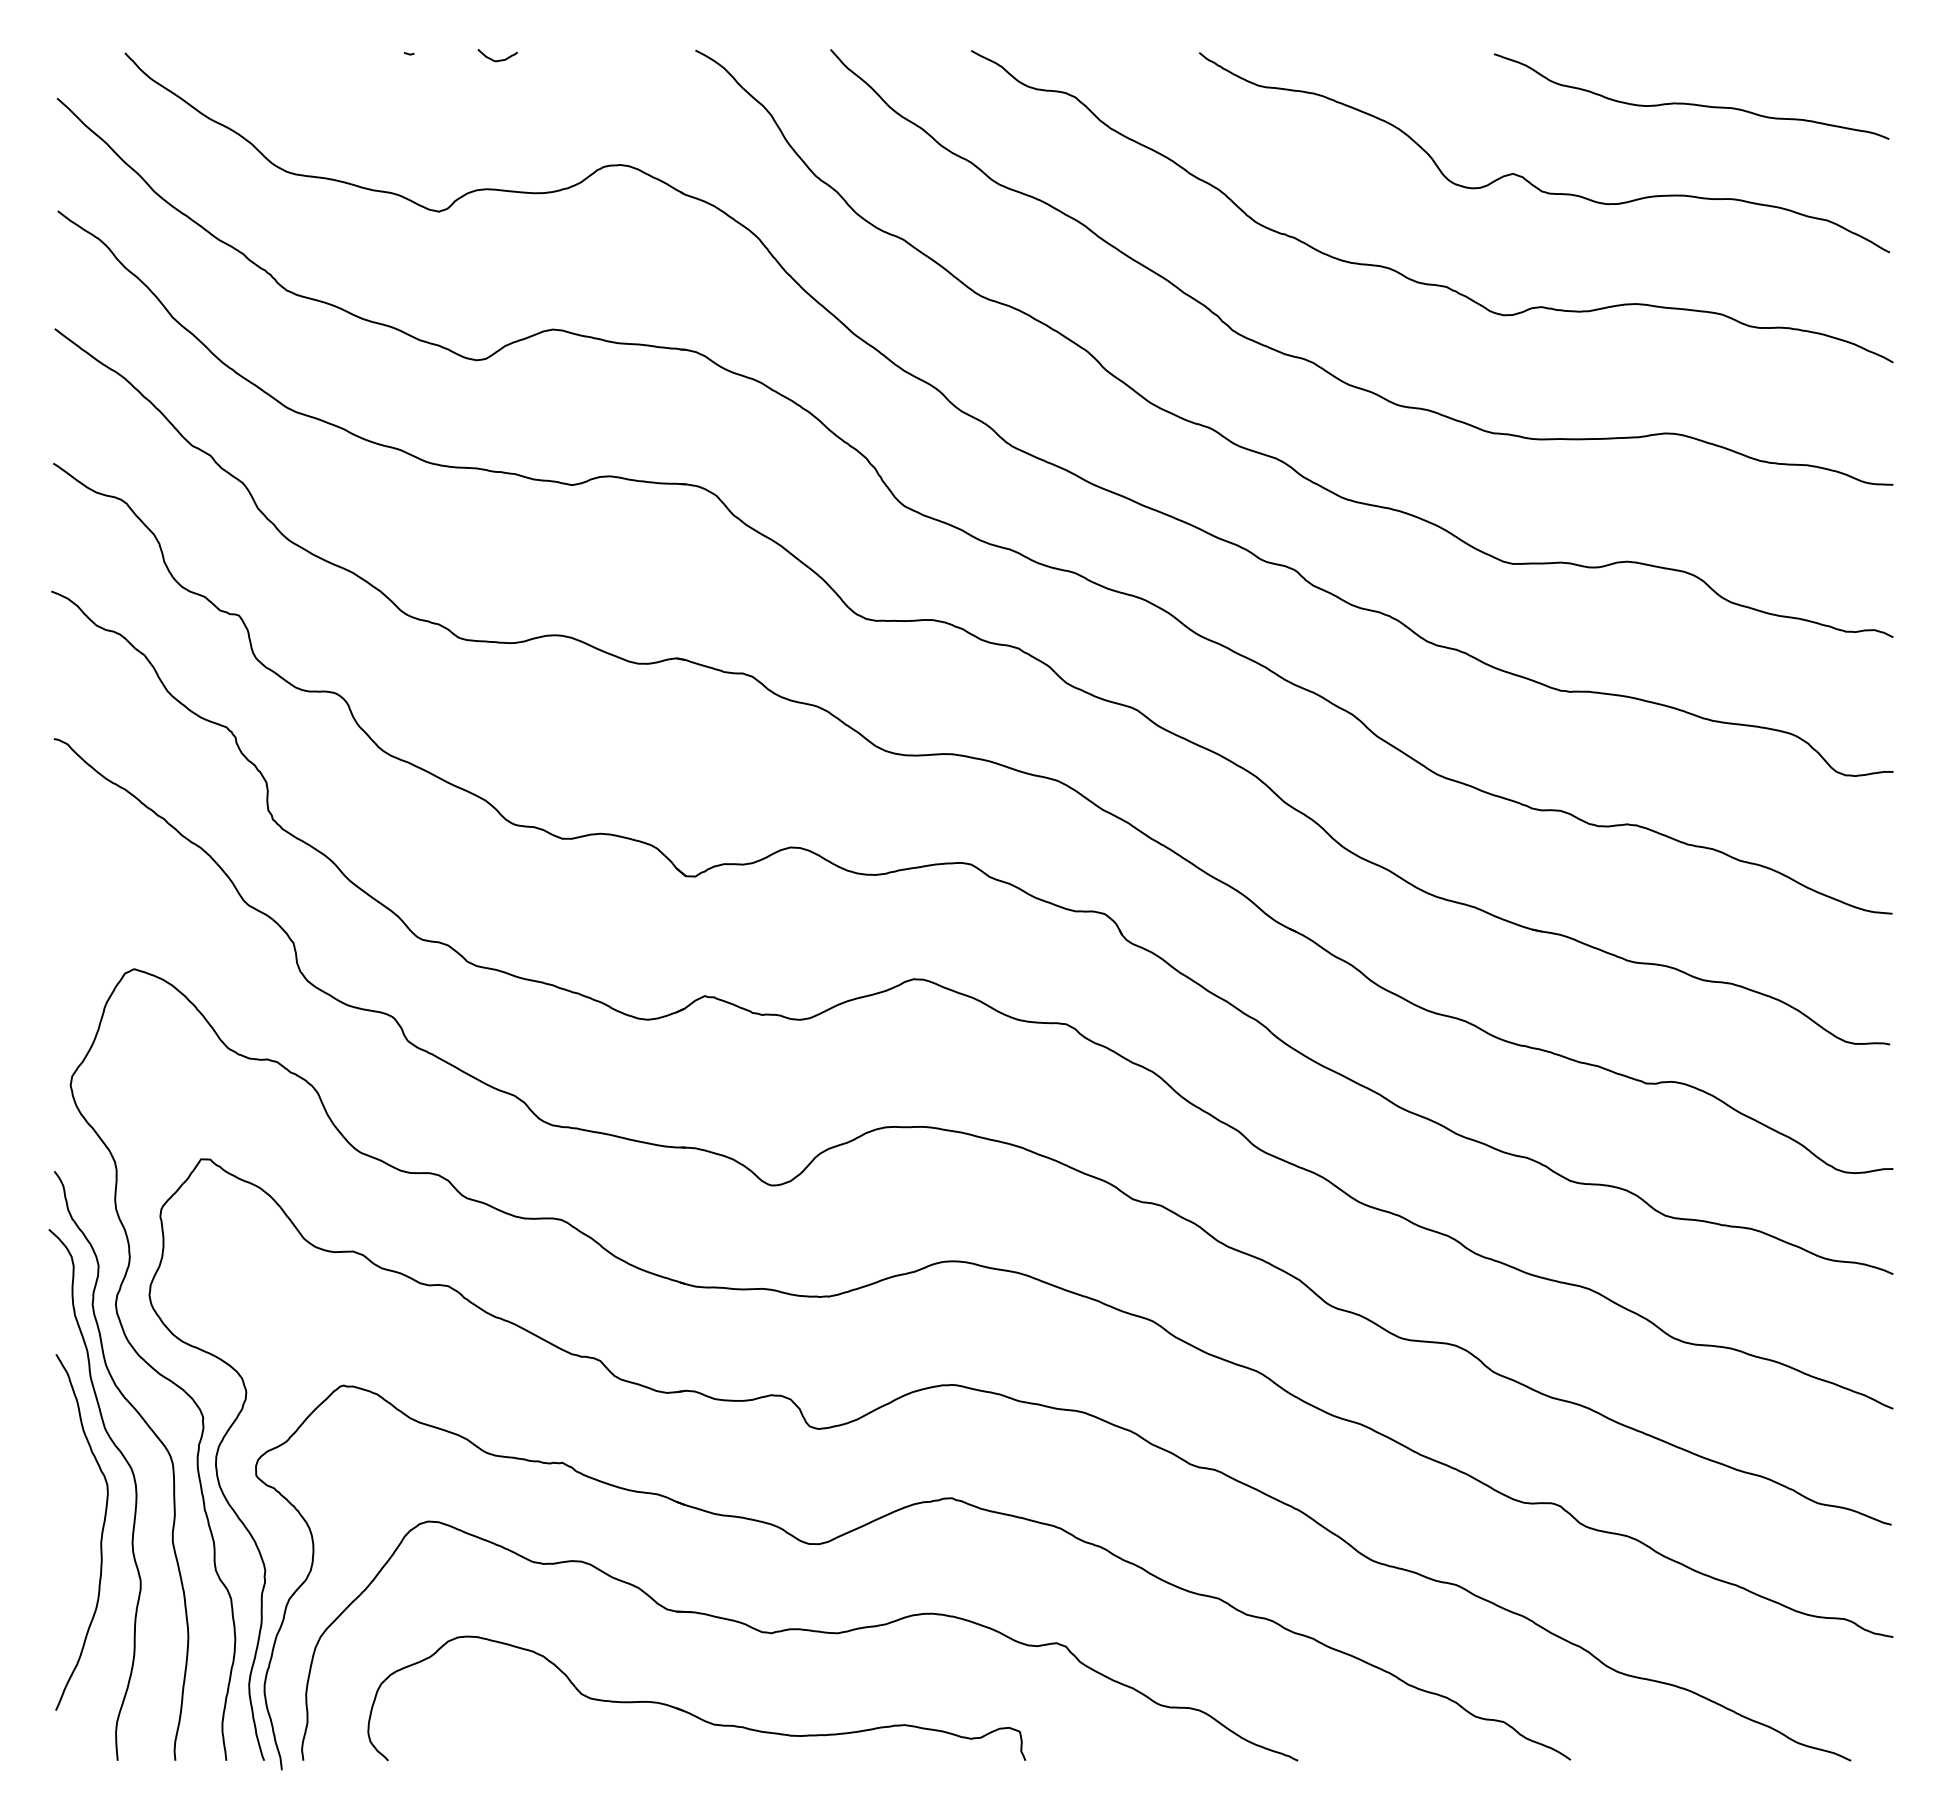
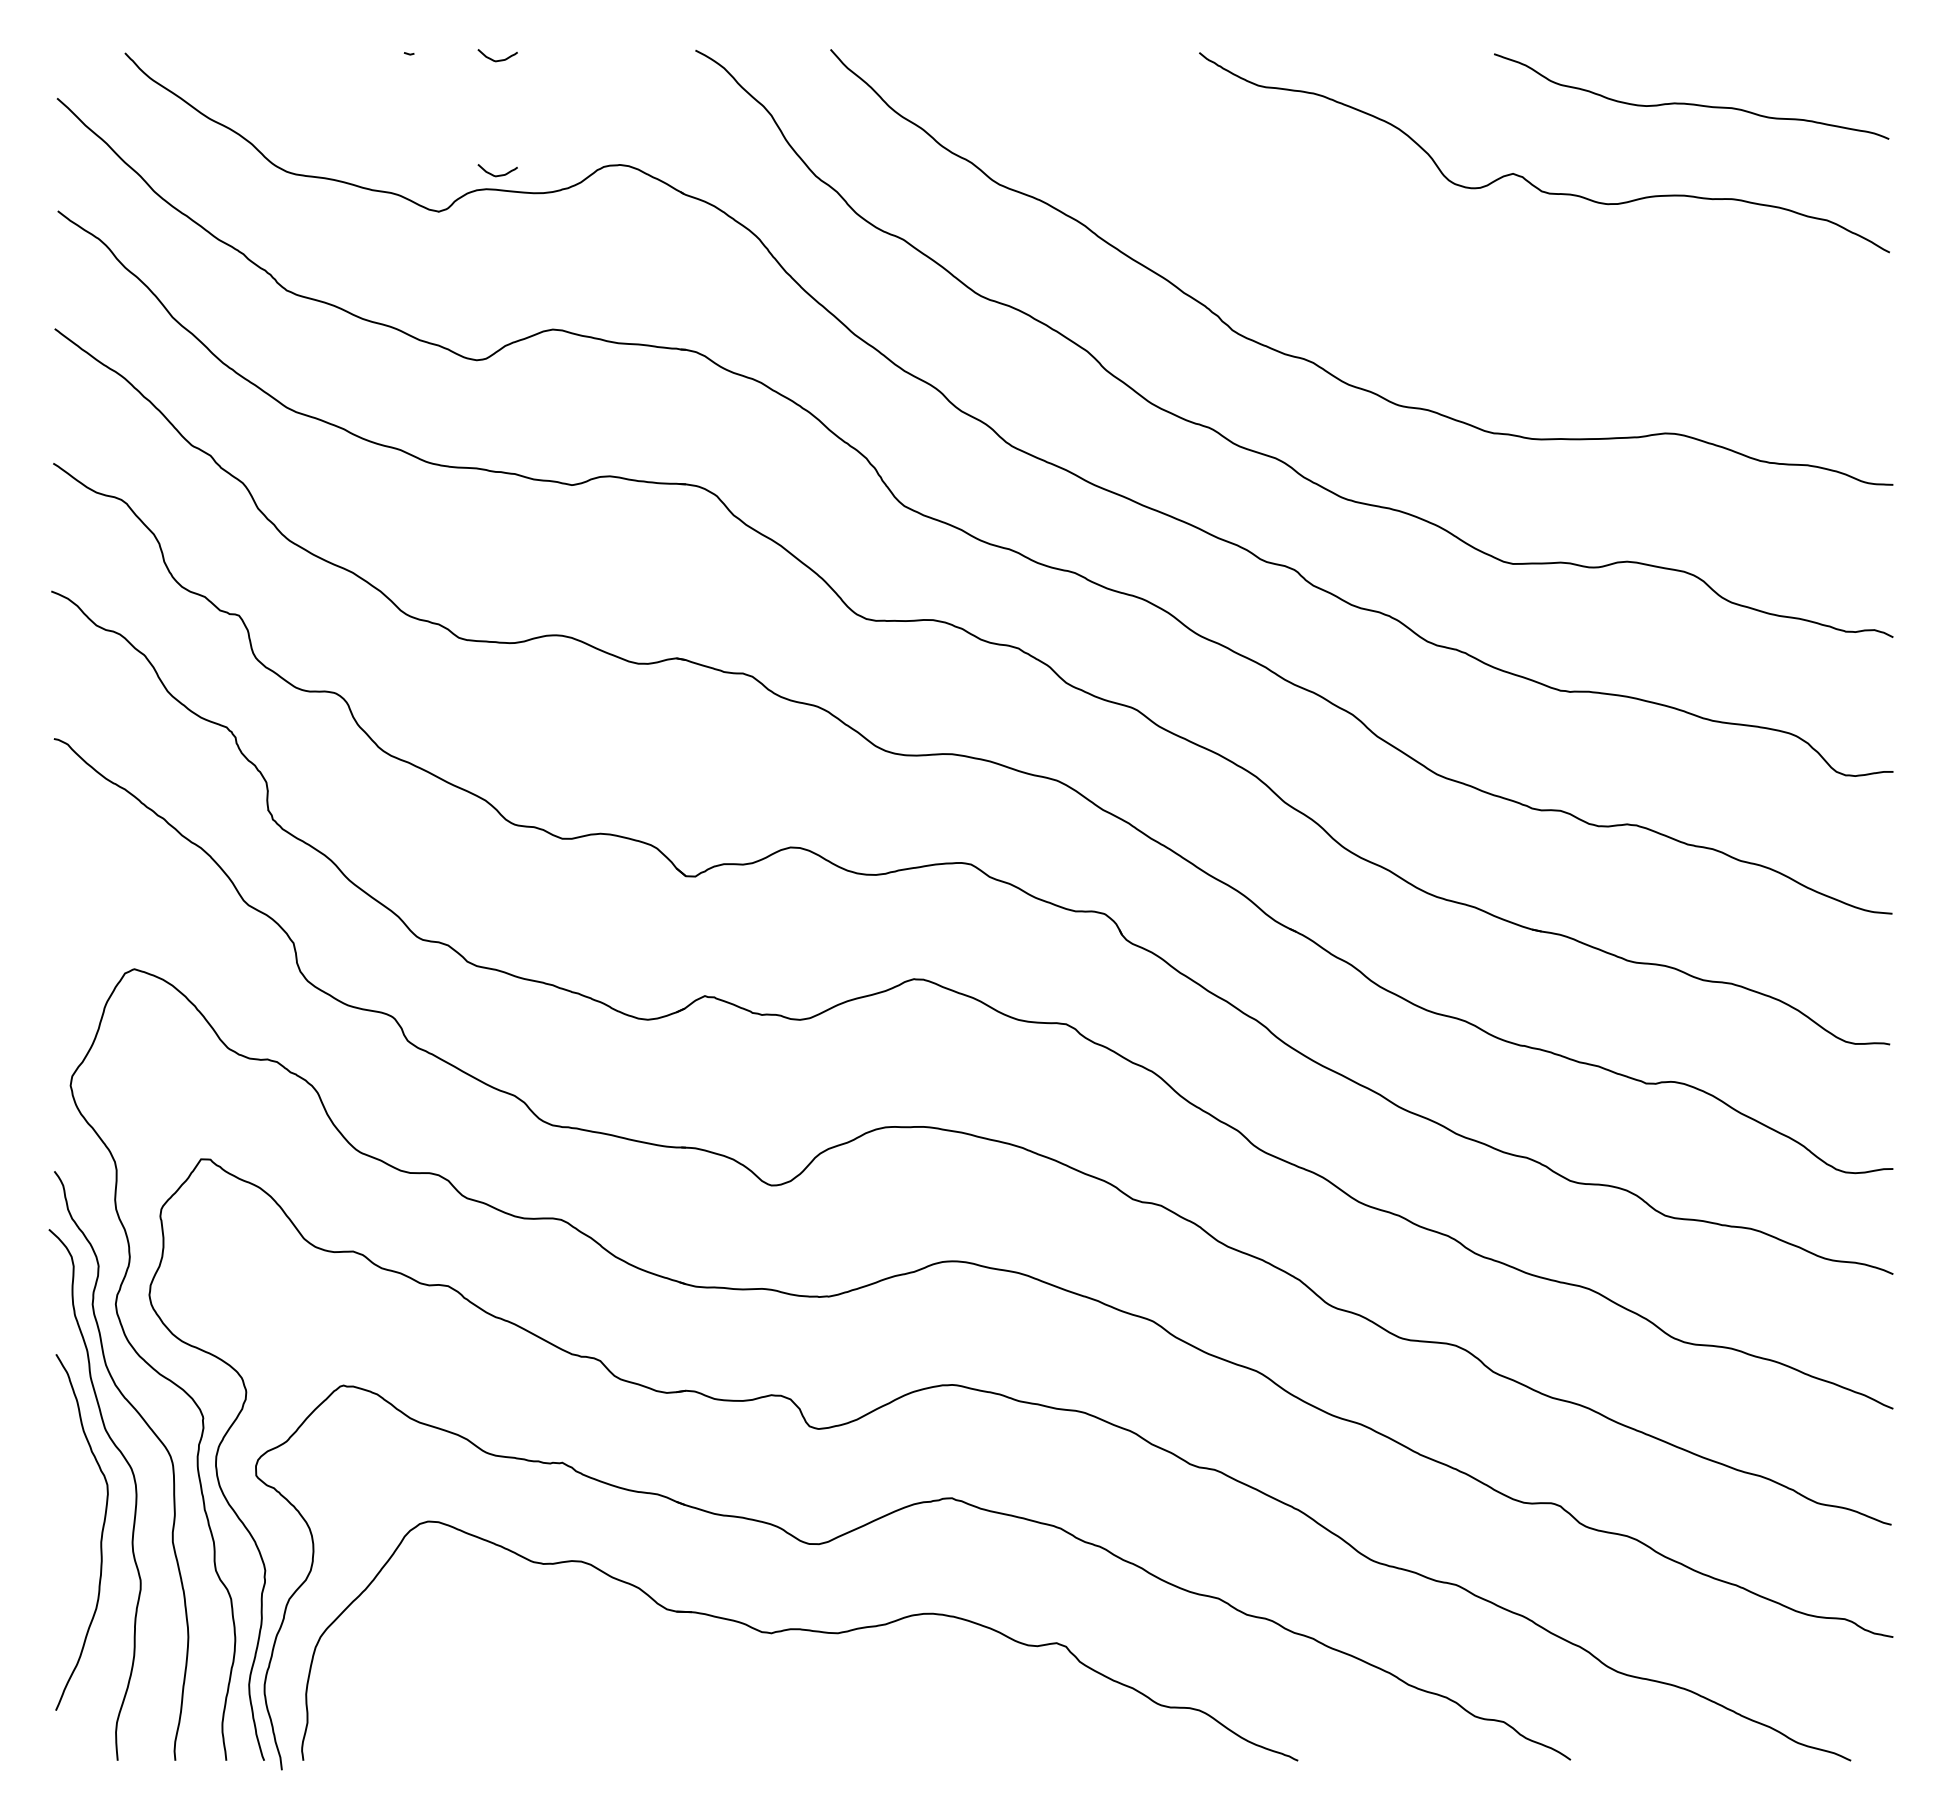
curve at (499, 174): none -> present
curve at (1400, 272): present -> none
part at (690, 1712): present -> none
